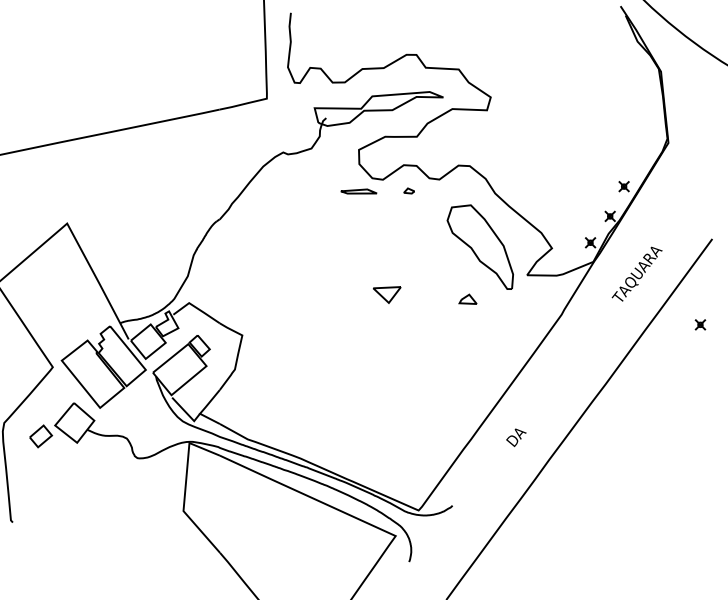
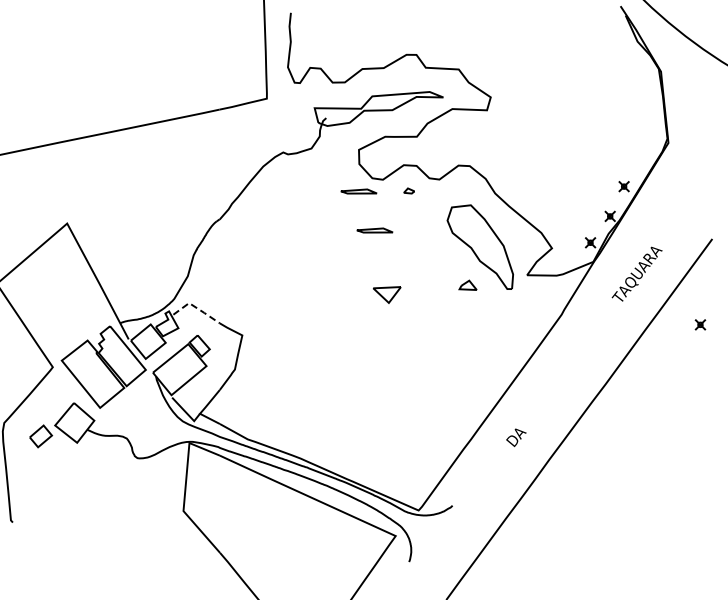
part at (374, 230): none -> present
part at (467, 298) position: (467, 298) -> (467, 284)
line at (196, 307): solid -> dashed
